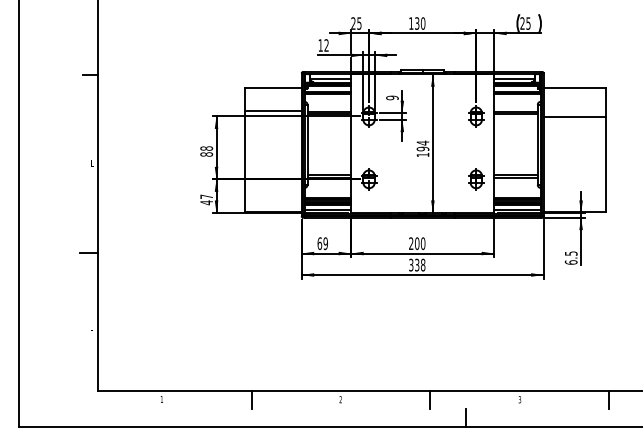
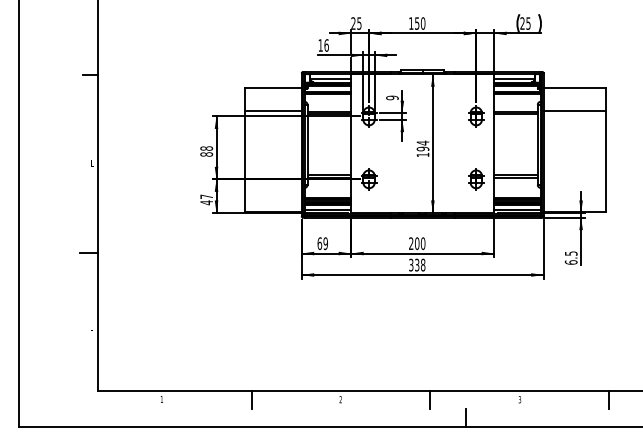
text at (417, 22): 130 -> 150
text at (326, 45): 12 -> 16
line at (574, 117) position: (574, 117) -> (574, 111)
